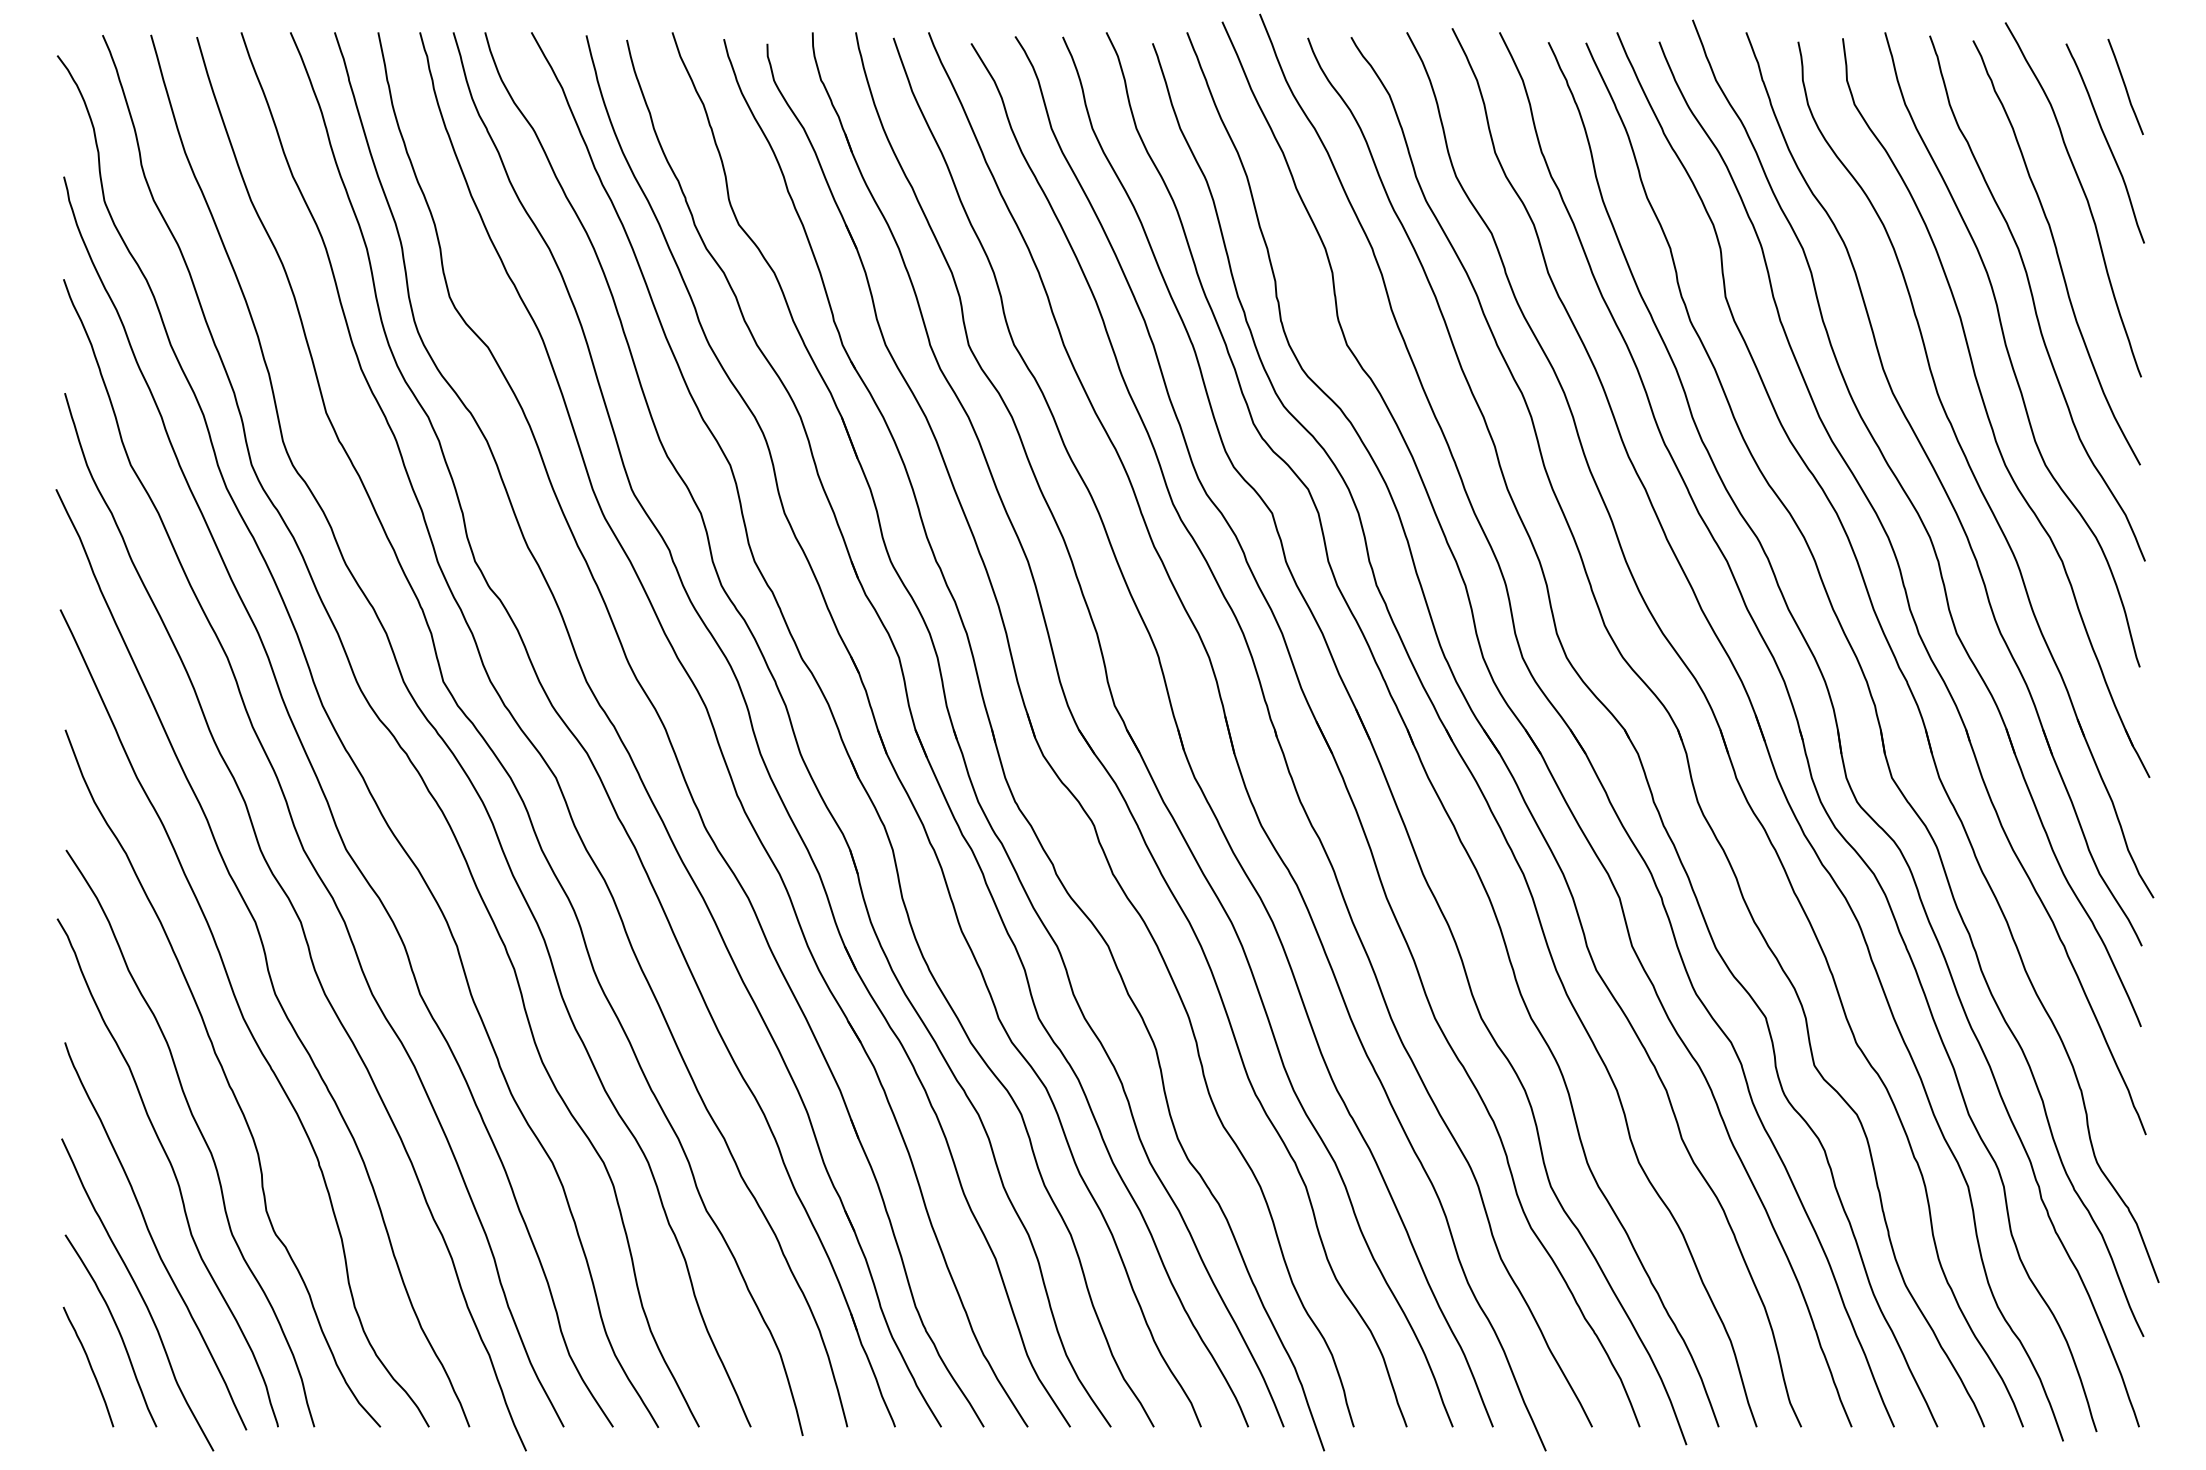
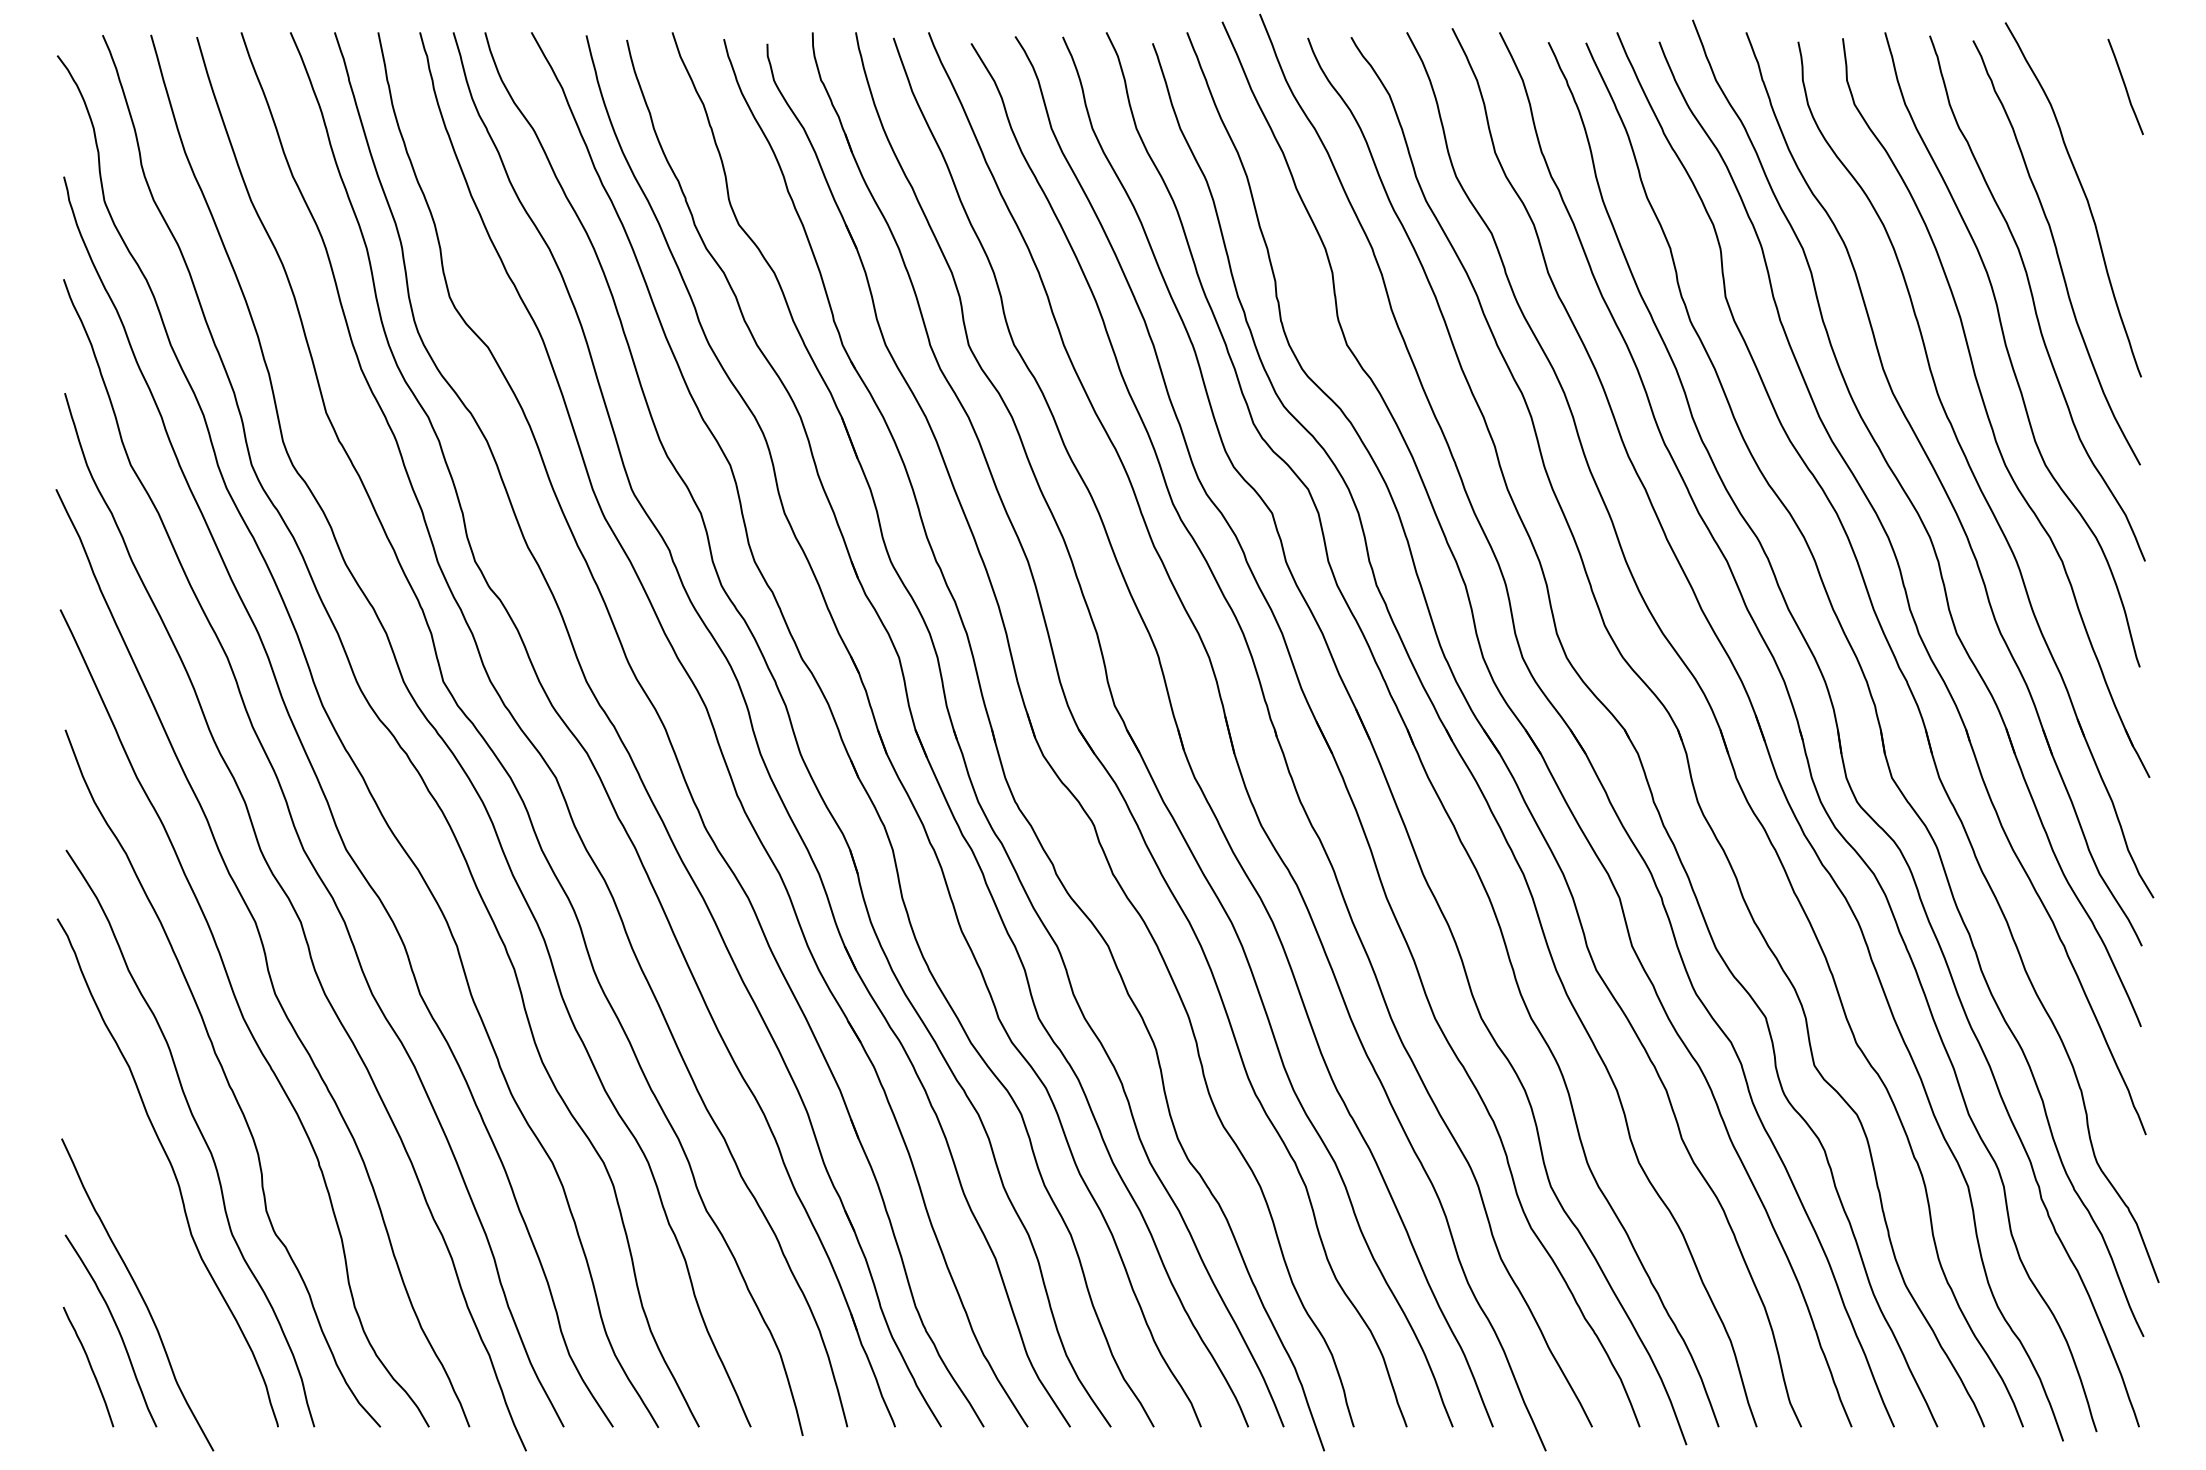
curve at (2106, 142): present -> none
curve at (152, 1236): present -> none
